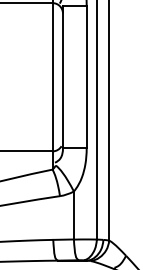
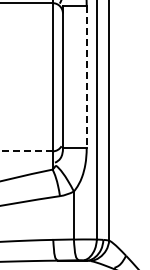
line at (86, 77): solid -> dashed
line at (26, 151): solid -> dashed
